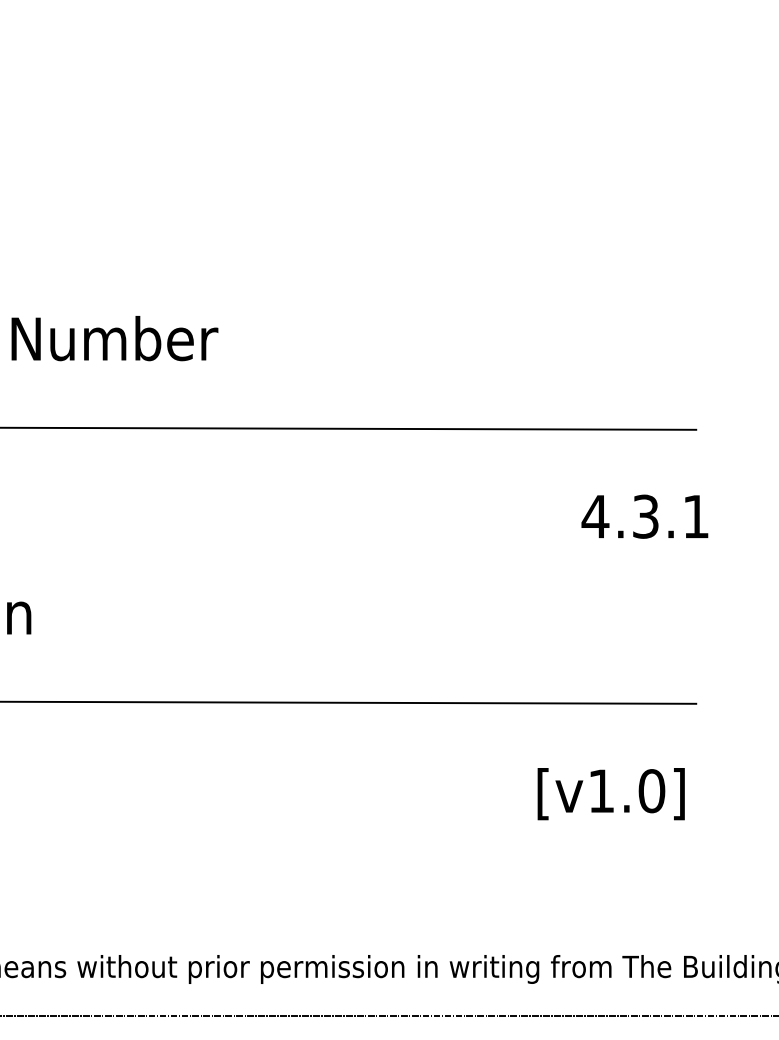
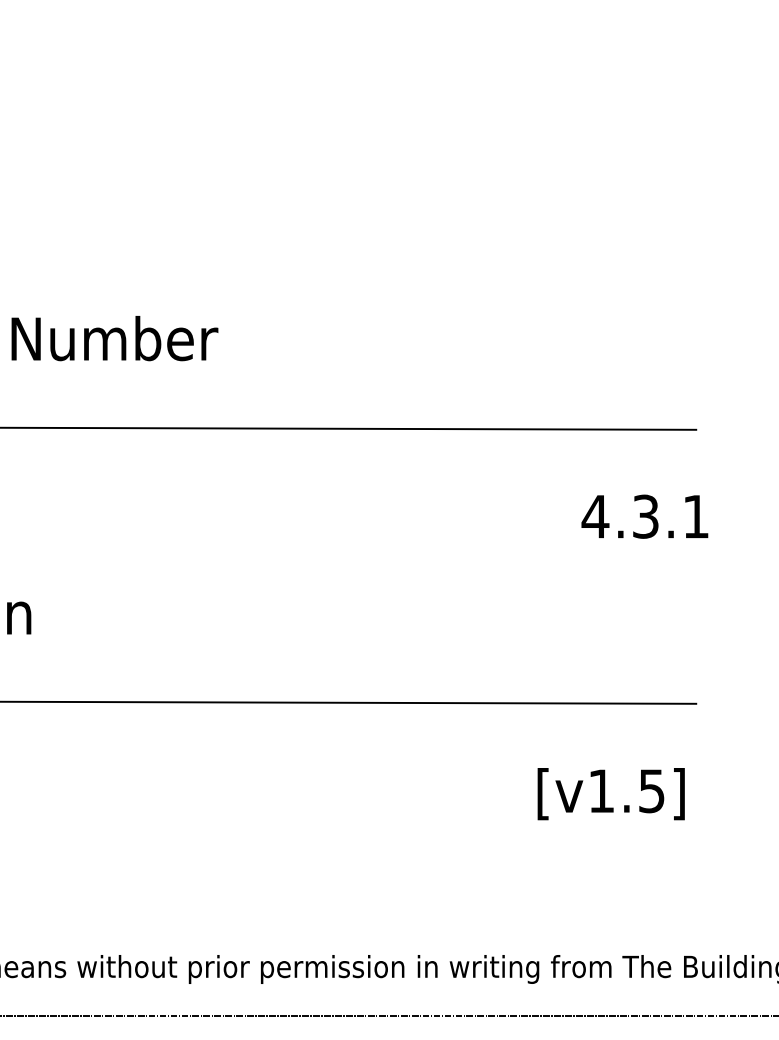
text at (651, 791): [v1.0] -> [v1.5]
